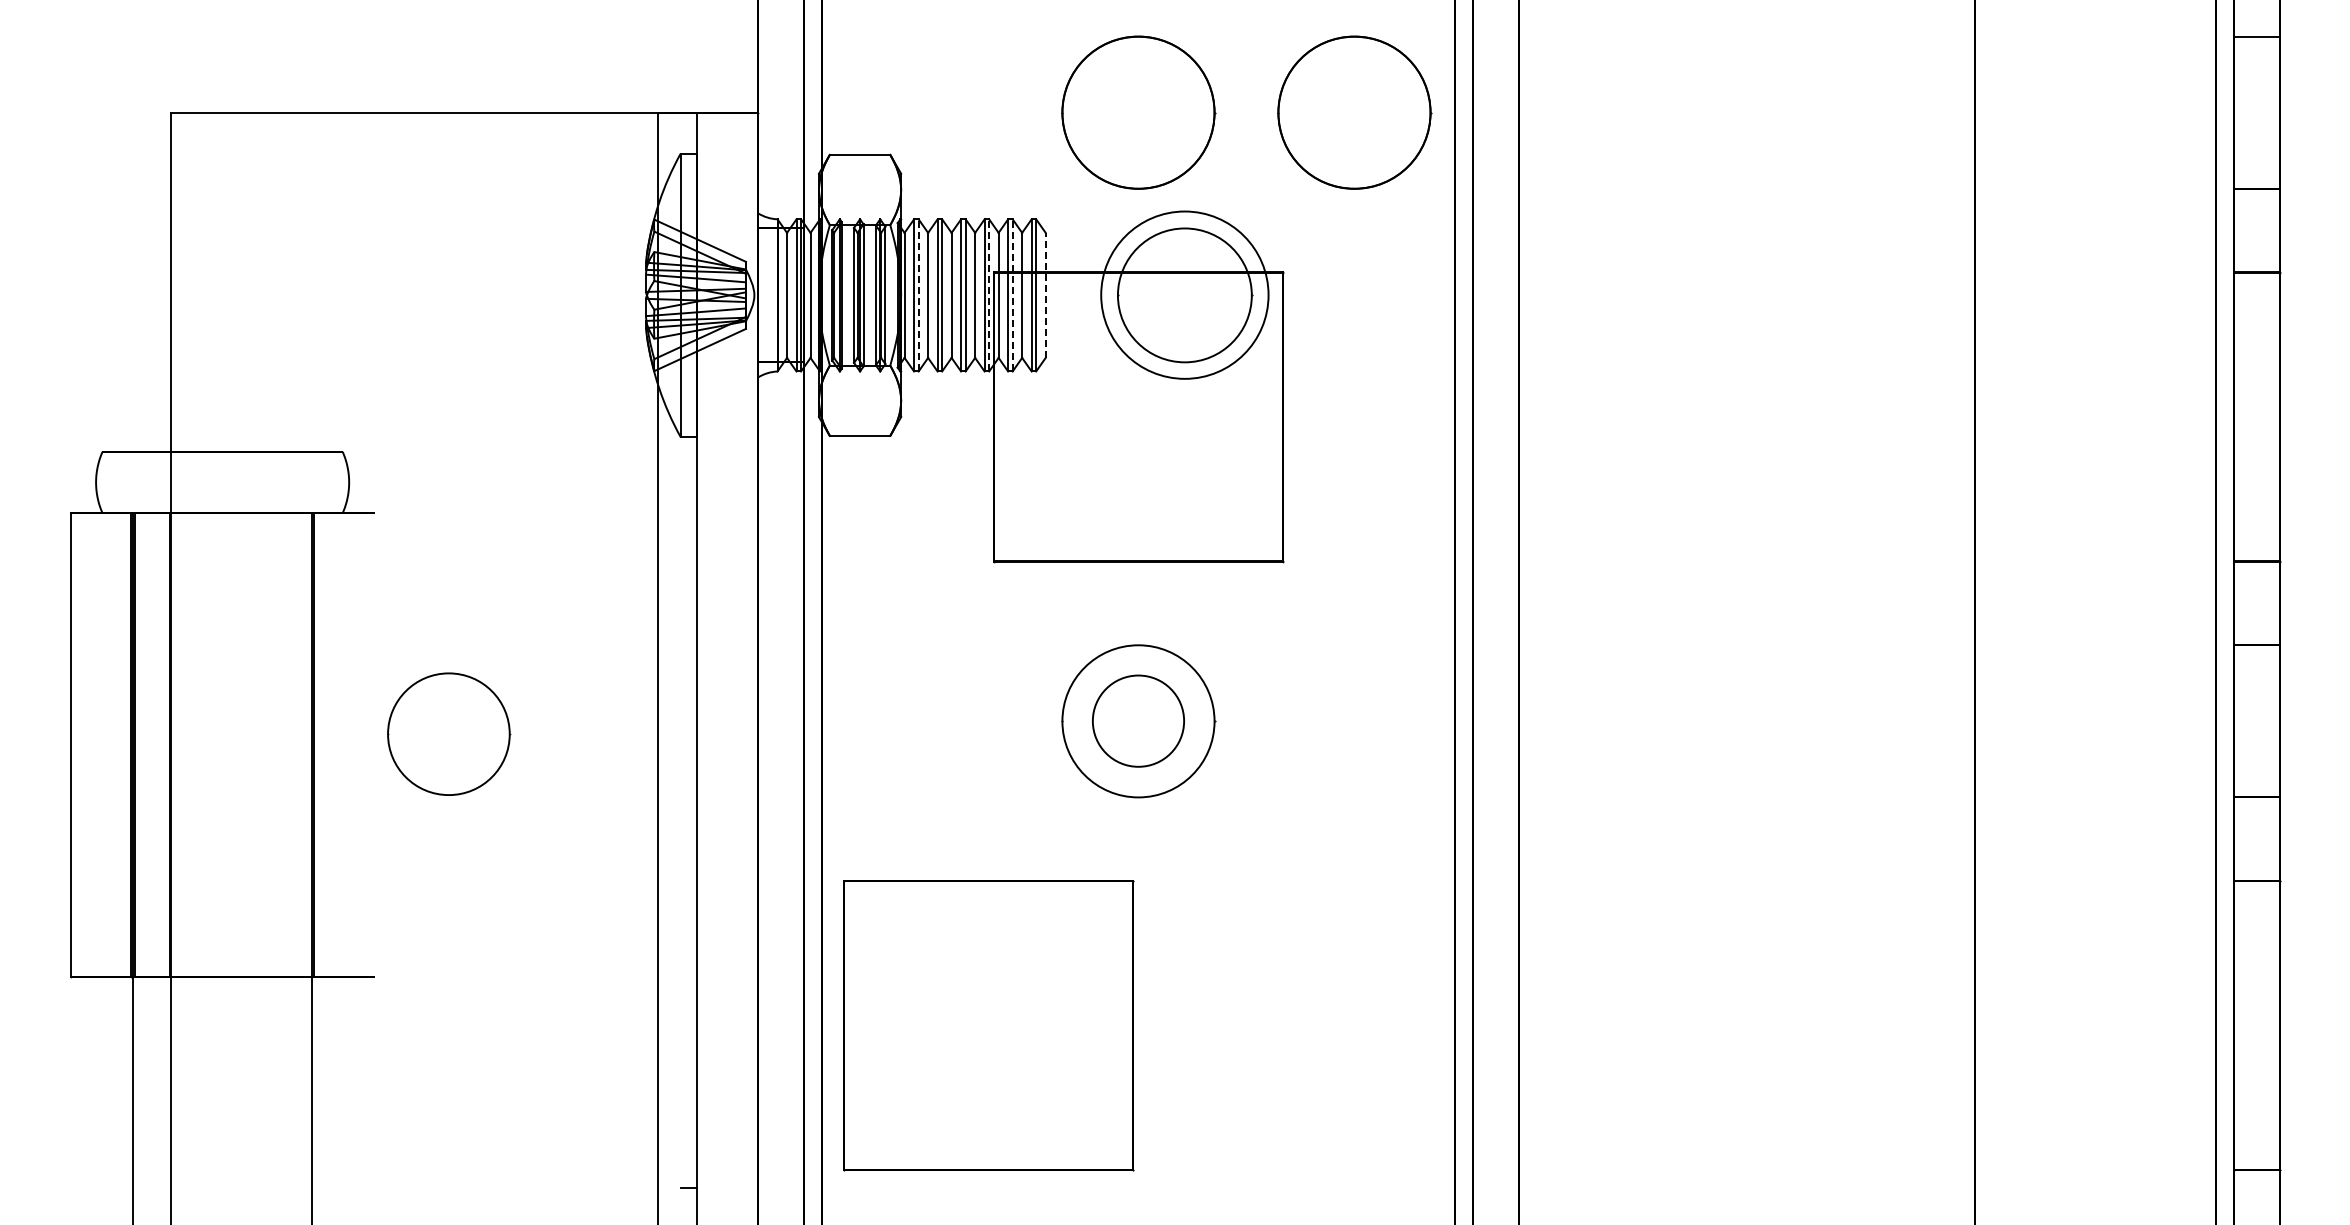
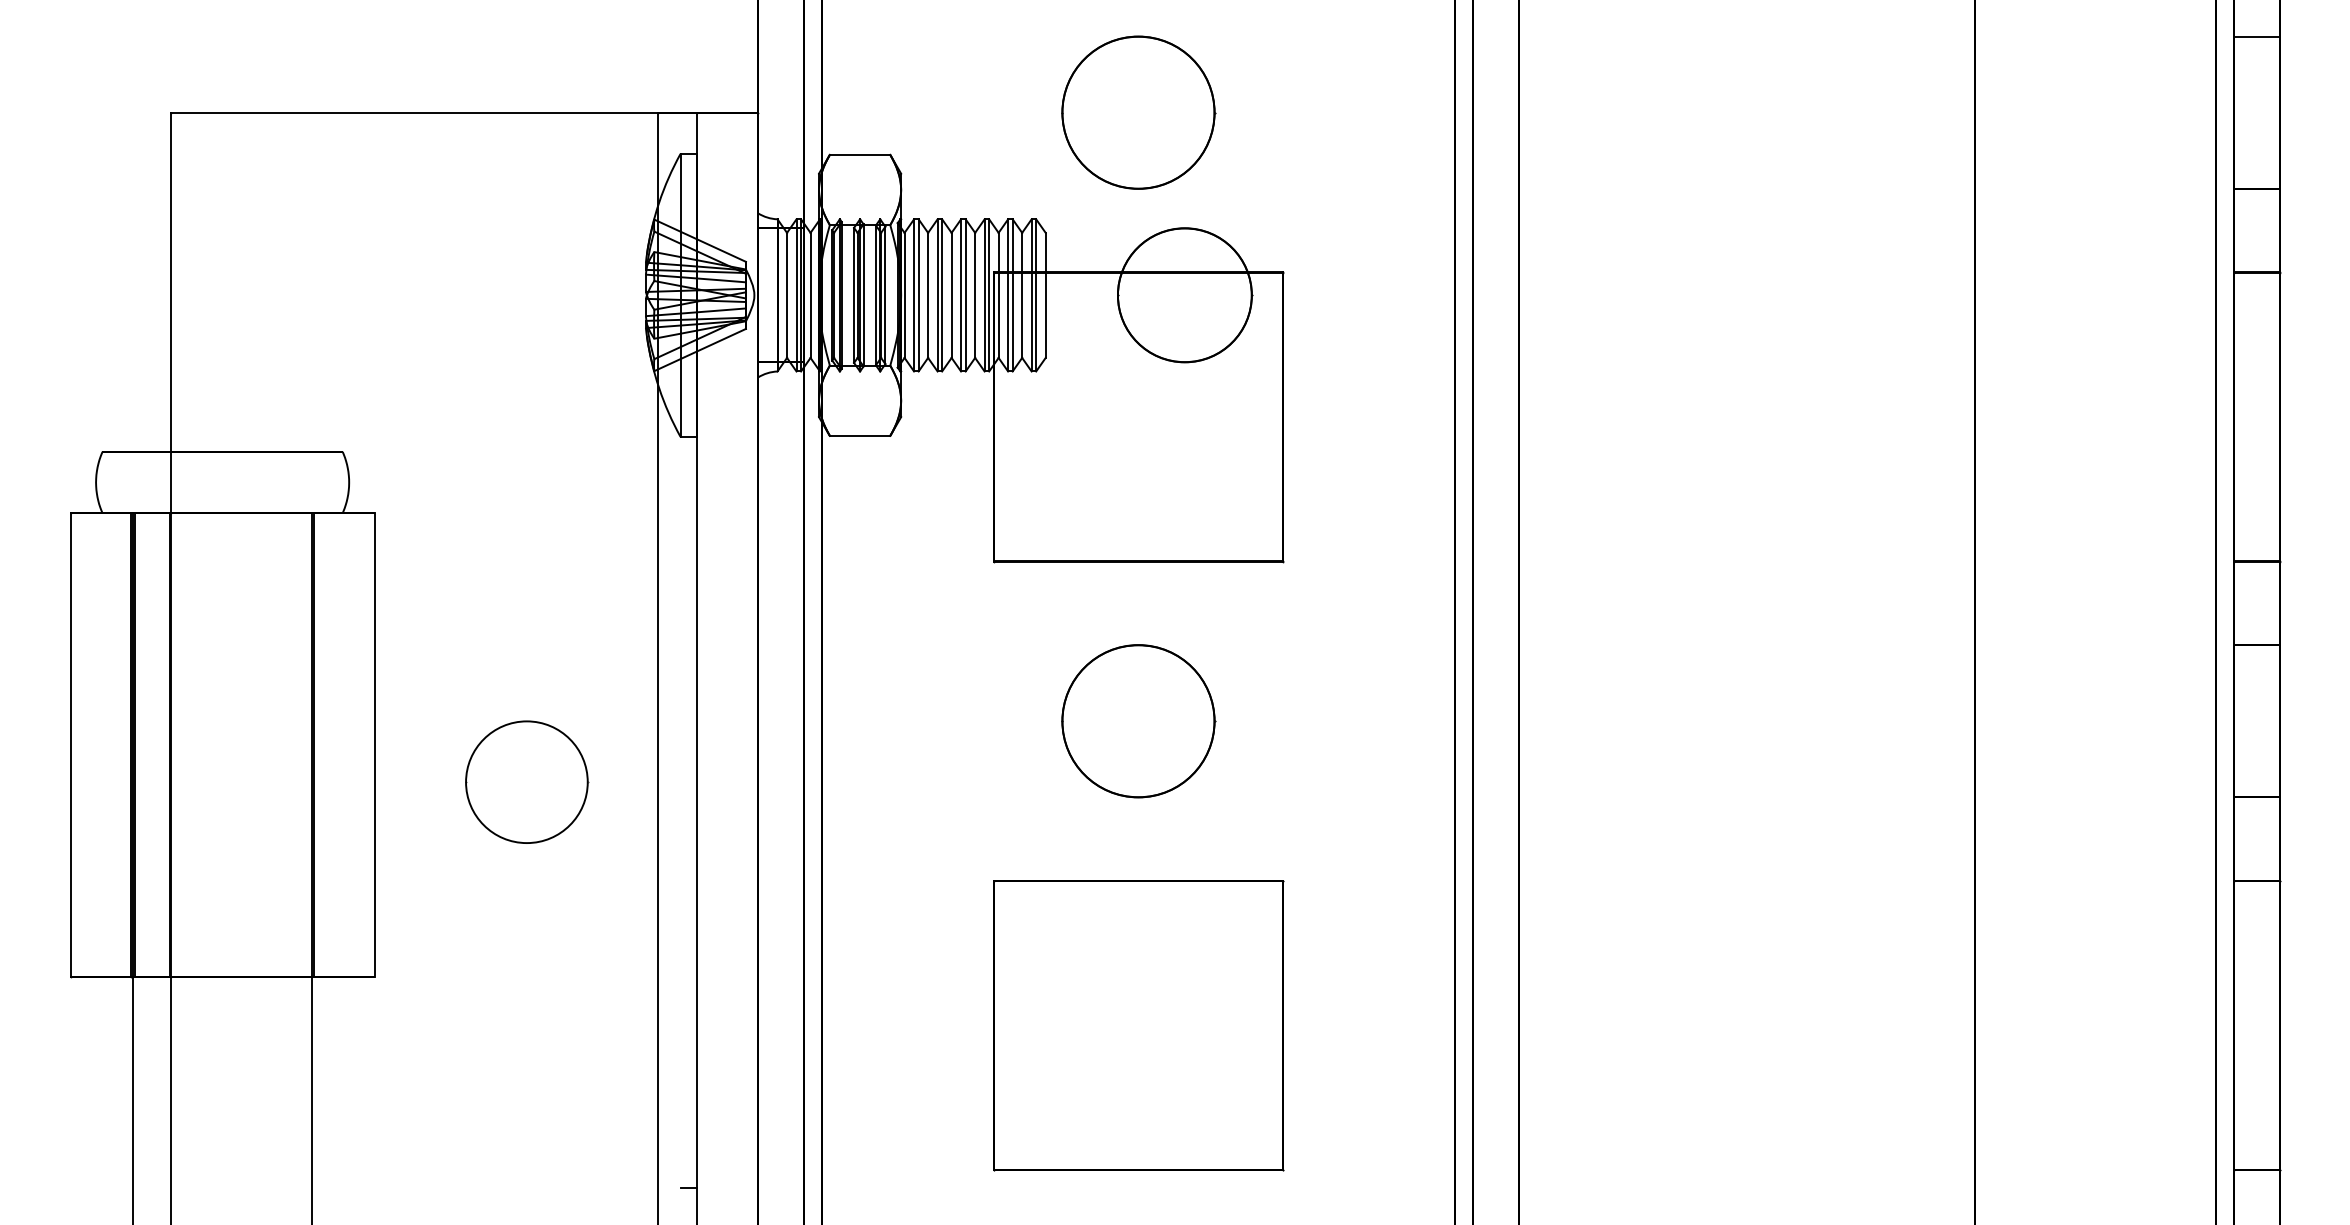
part at (1354, 112): present -> none
line at (918, 294): dashed -> solid
line at (989, 294): dashed -> solid
line at (1012, 294): dashed -> solid
line at (1045, 294): dashed -> solid
circle at (1184, 294) diameter: 167 px -> 134 px
circle at (1138, 720) diameter: 91 px -> 152 px
part at (449, 733) position: (449, 733) -> (527, 781)
line at (374, 744): none -> present
part at (988, 1025) position: (988, 1025) -> (1138, 1025)
